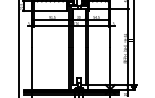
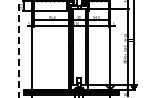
line at (19, 49): solid -> dashed
